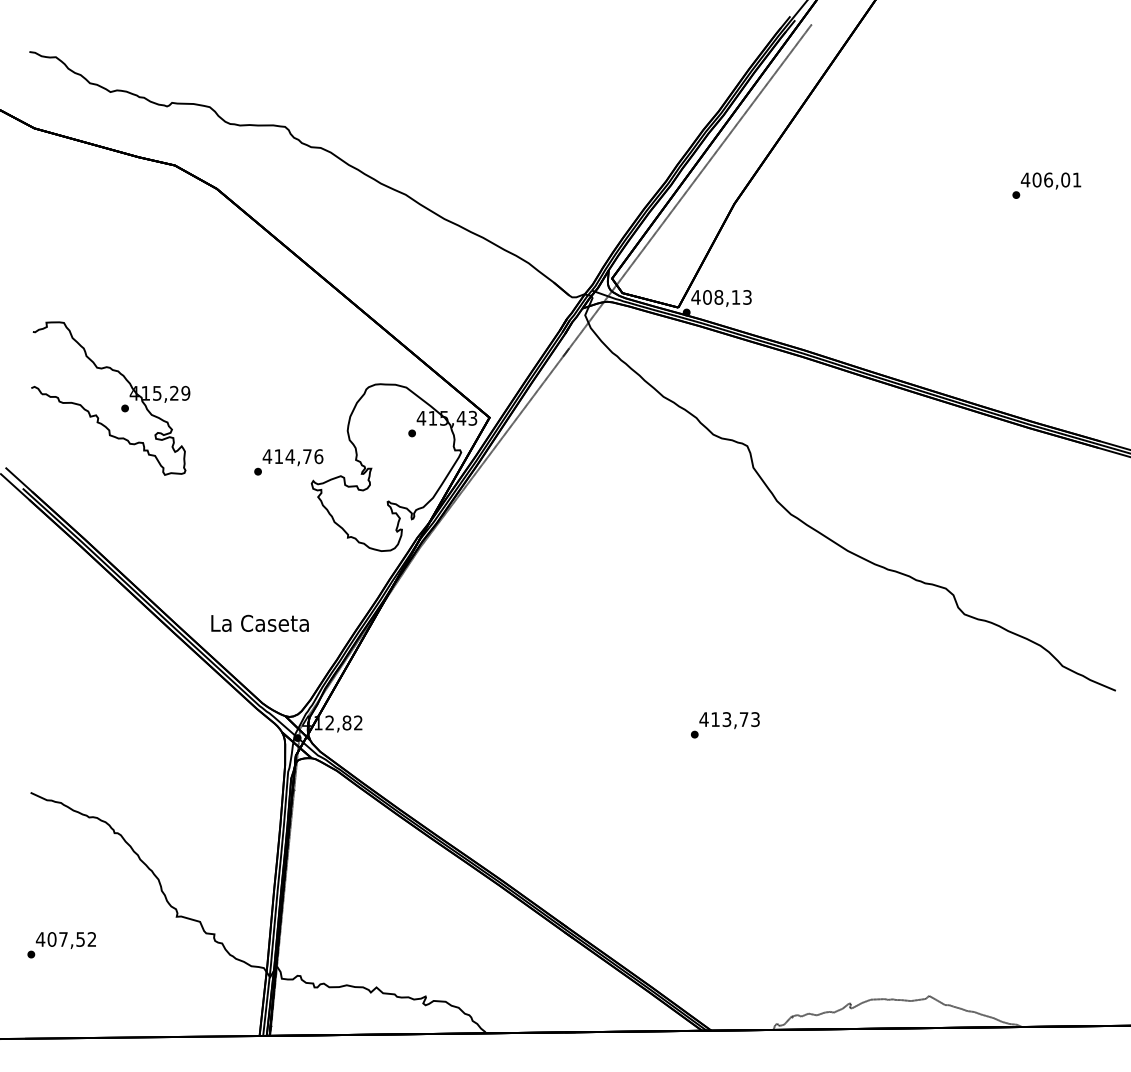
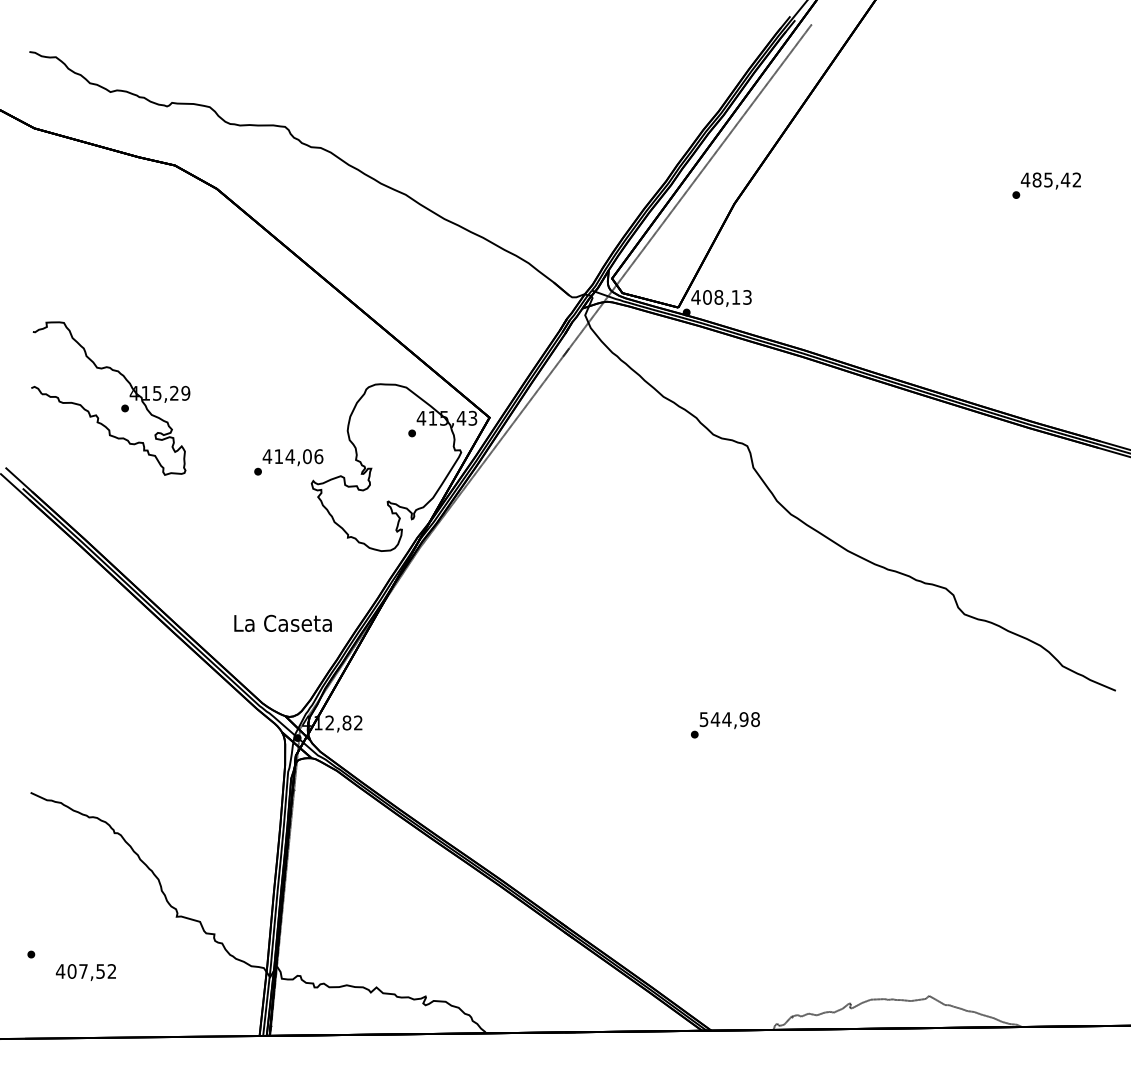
text at (1056, 179): 406,01 -> 485,42
text at (307, 456): 414,76 -> 414,06
text at (259, 622) position: (259, 622) -> (282, 622)
text at (729, 719): 413,73 -> 544,98
text at (65, 940) position: (65, 940) -> (85, 972)
